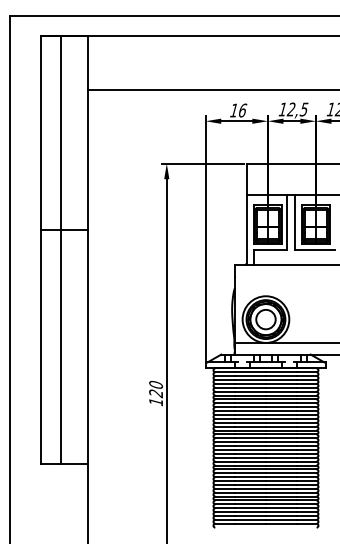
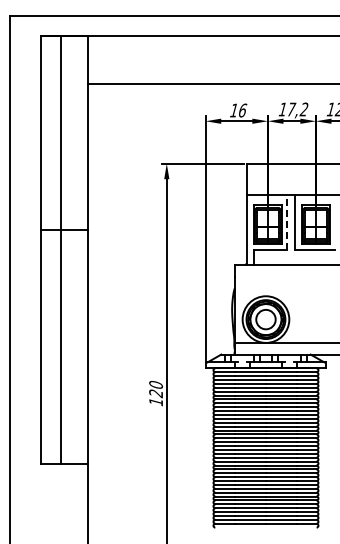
line at (211, 90) position: (211, 90) -> (211, 84)
text at (297, 109): 12,5 -> 17,2
line at (286, 221): solid -> dashed
